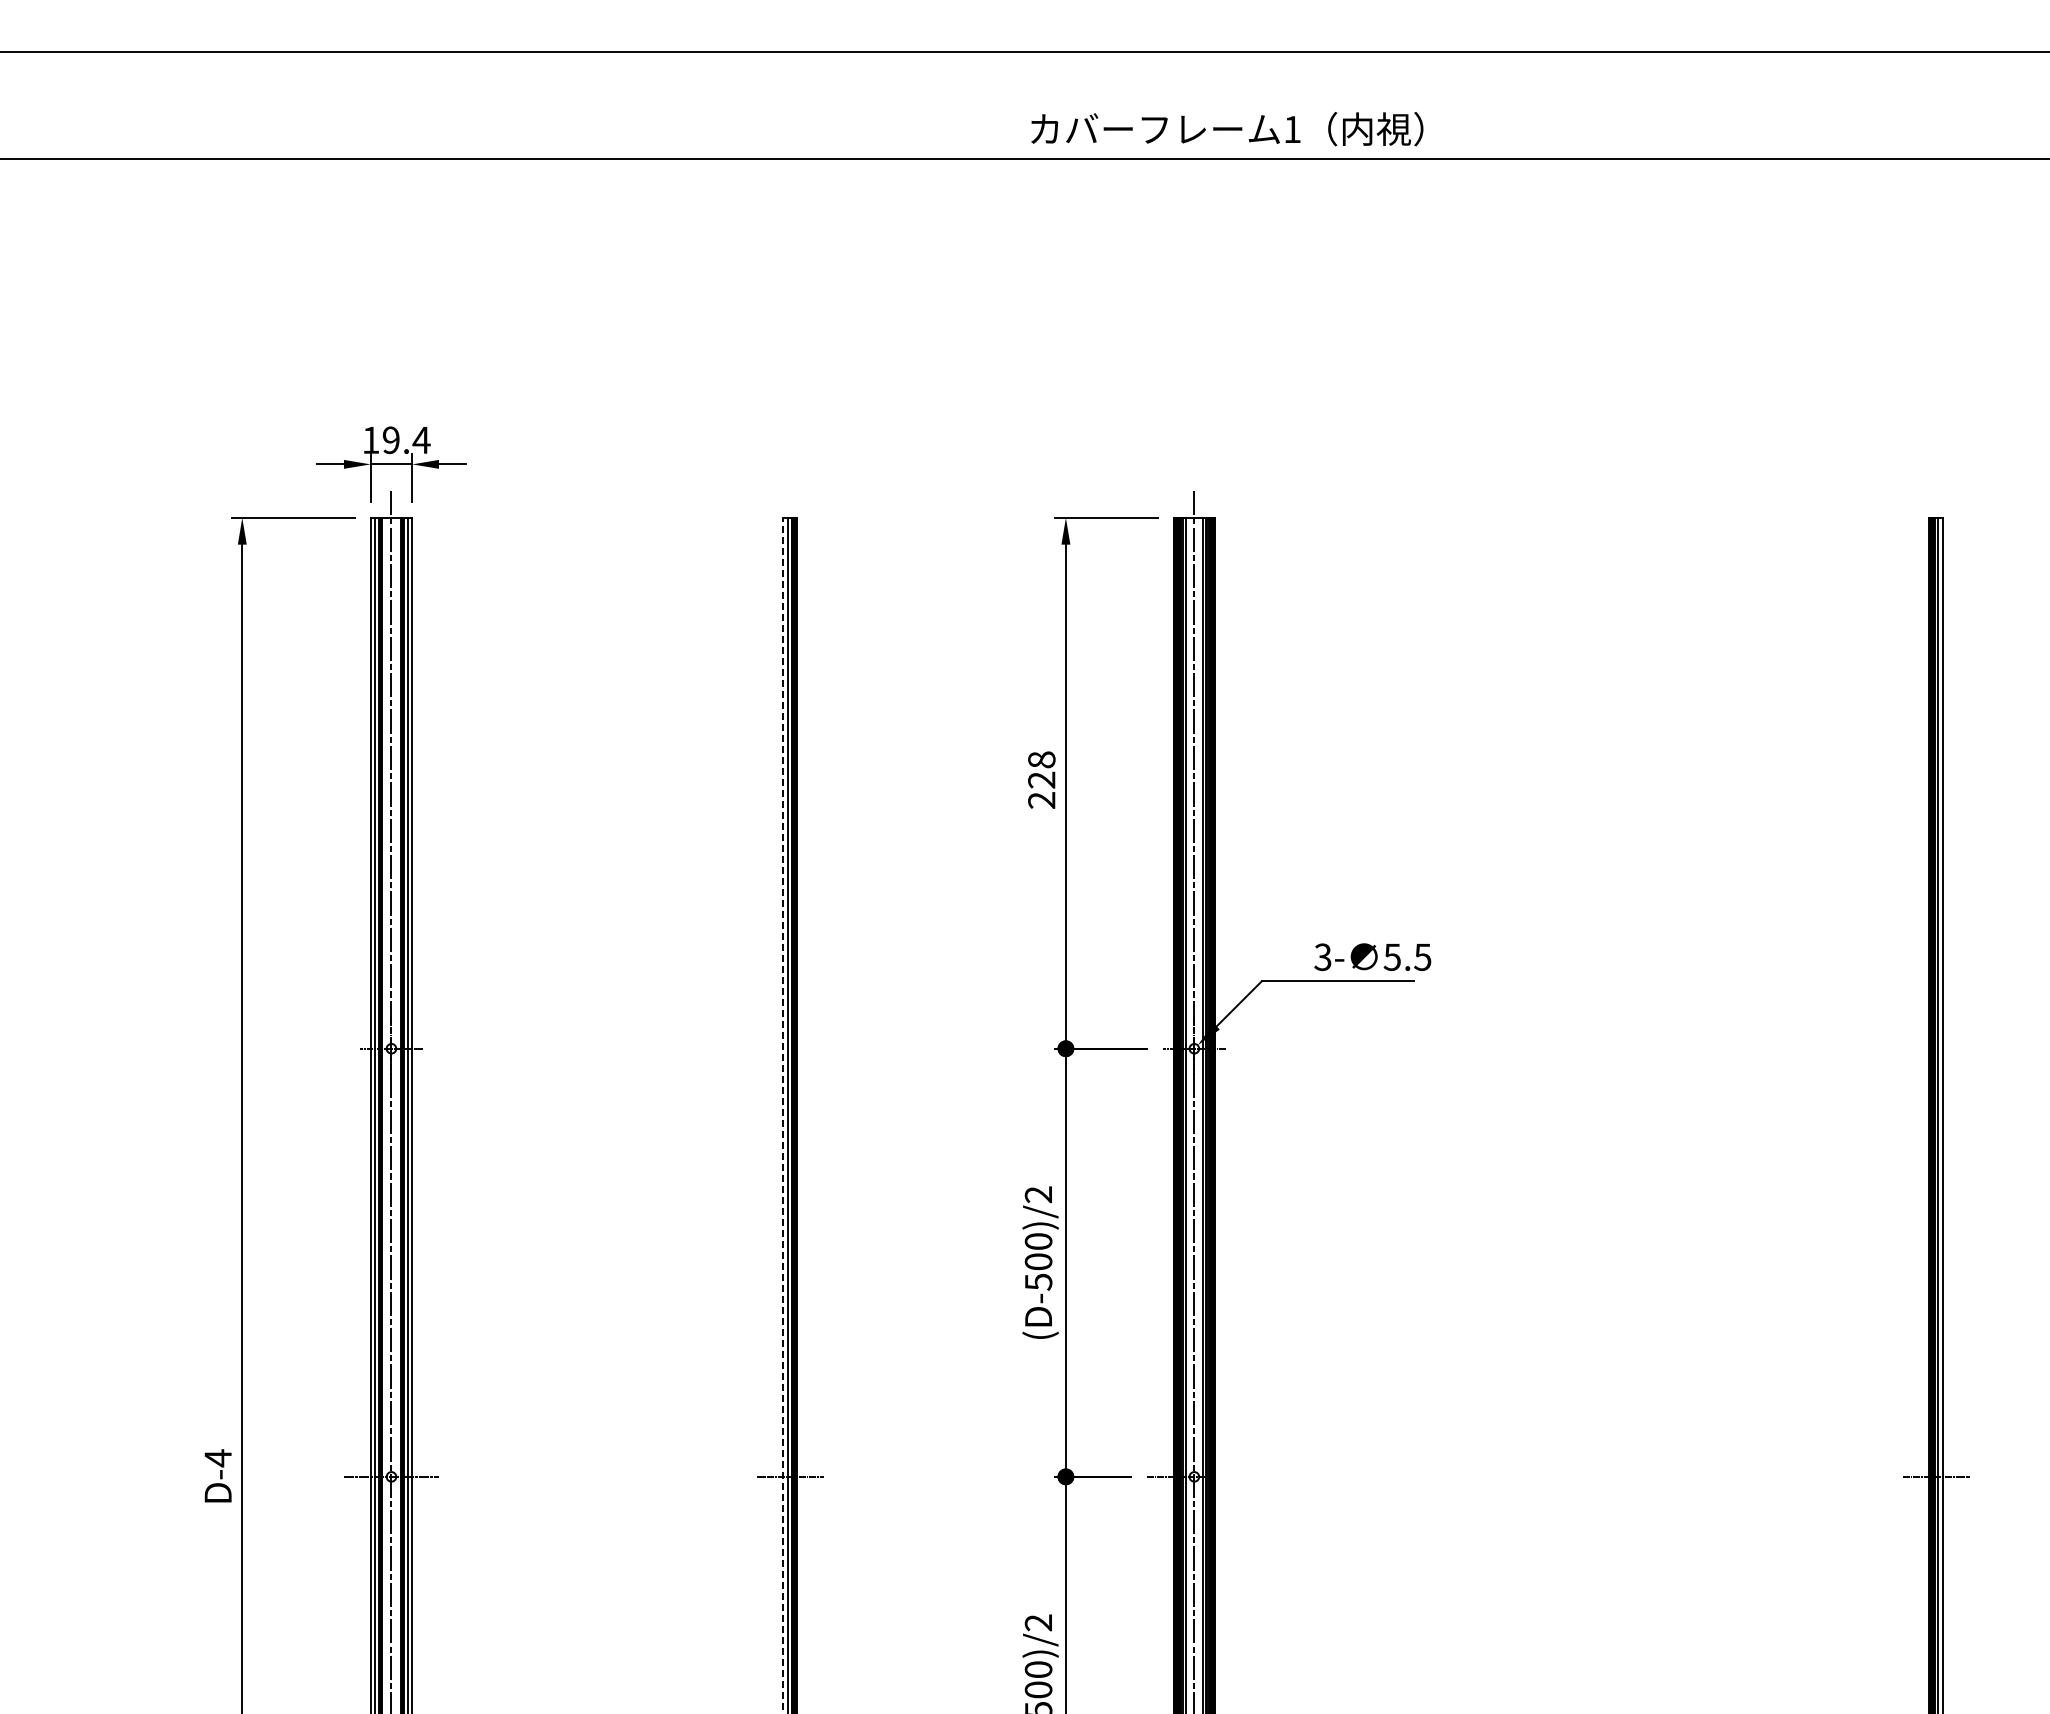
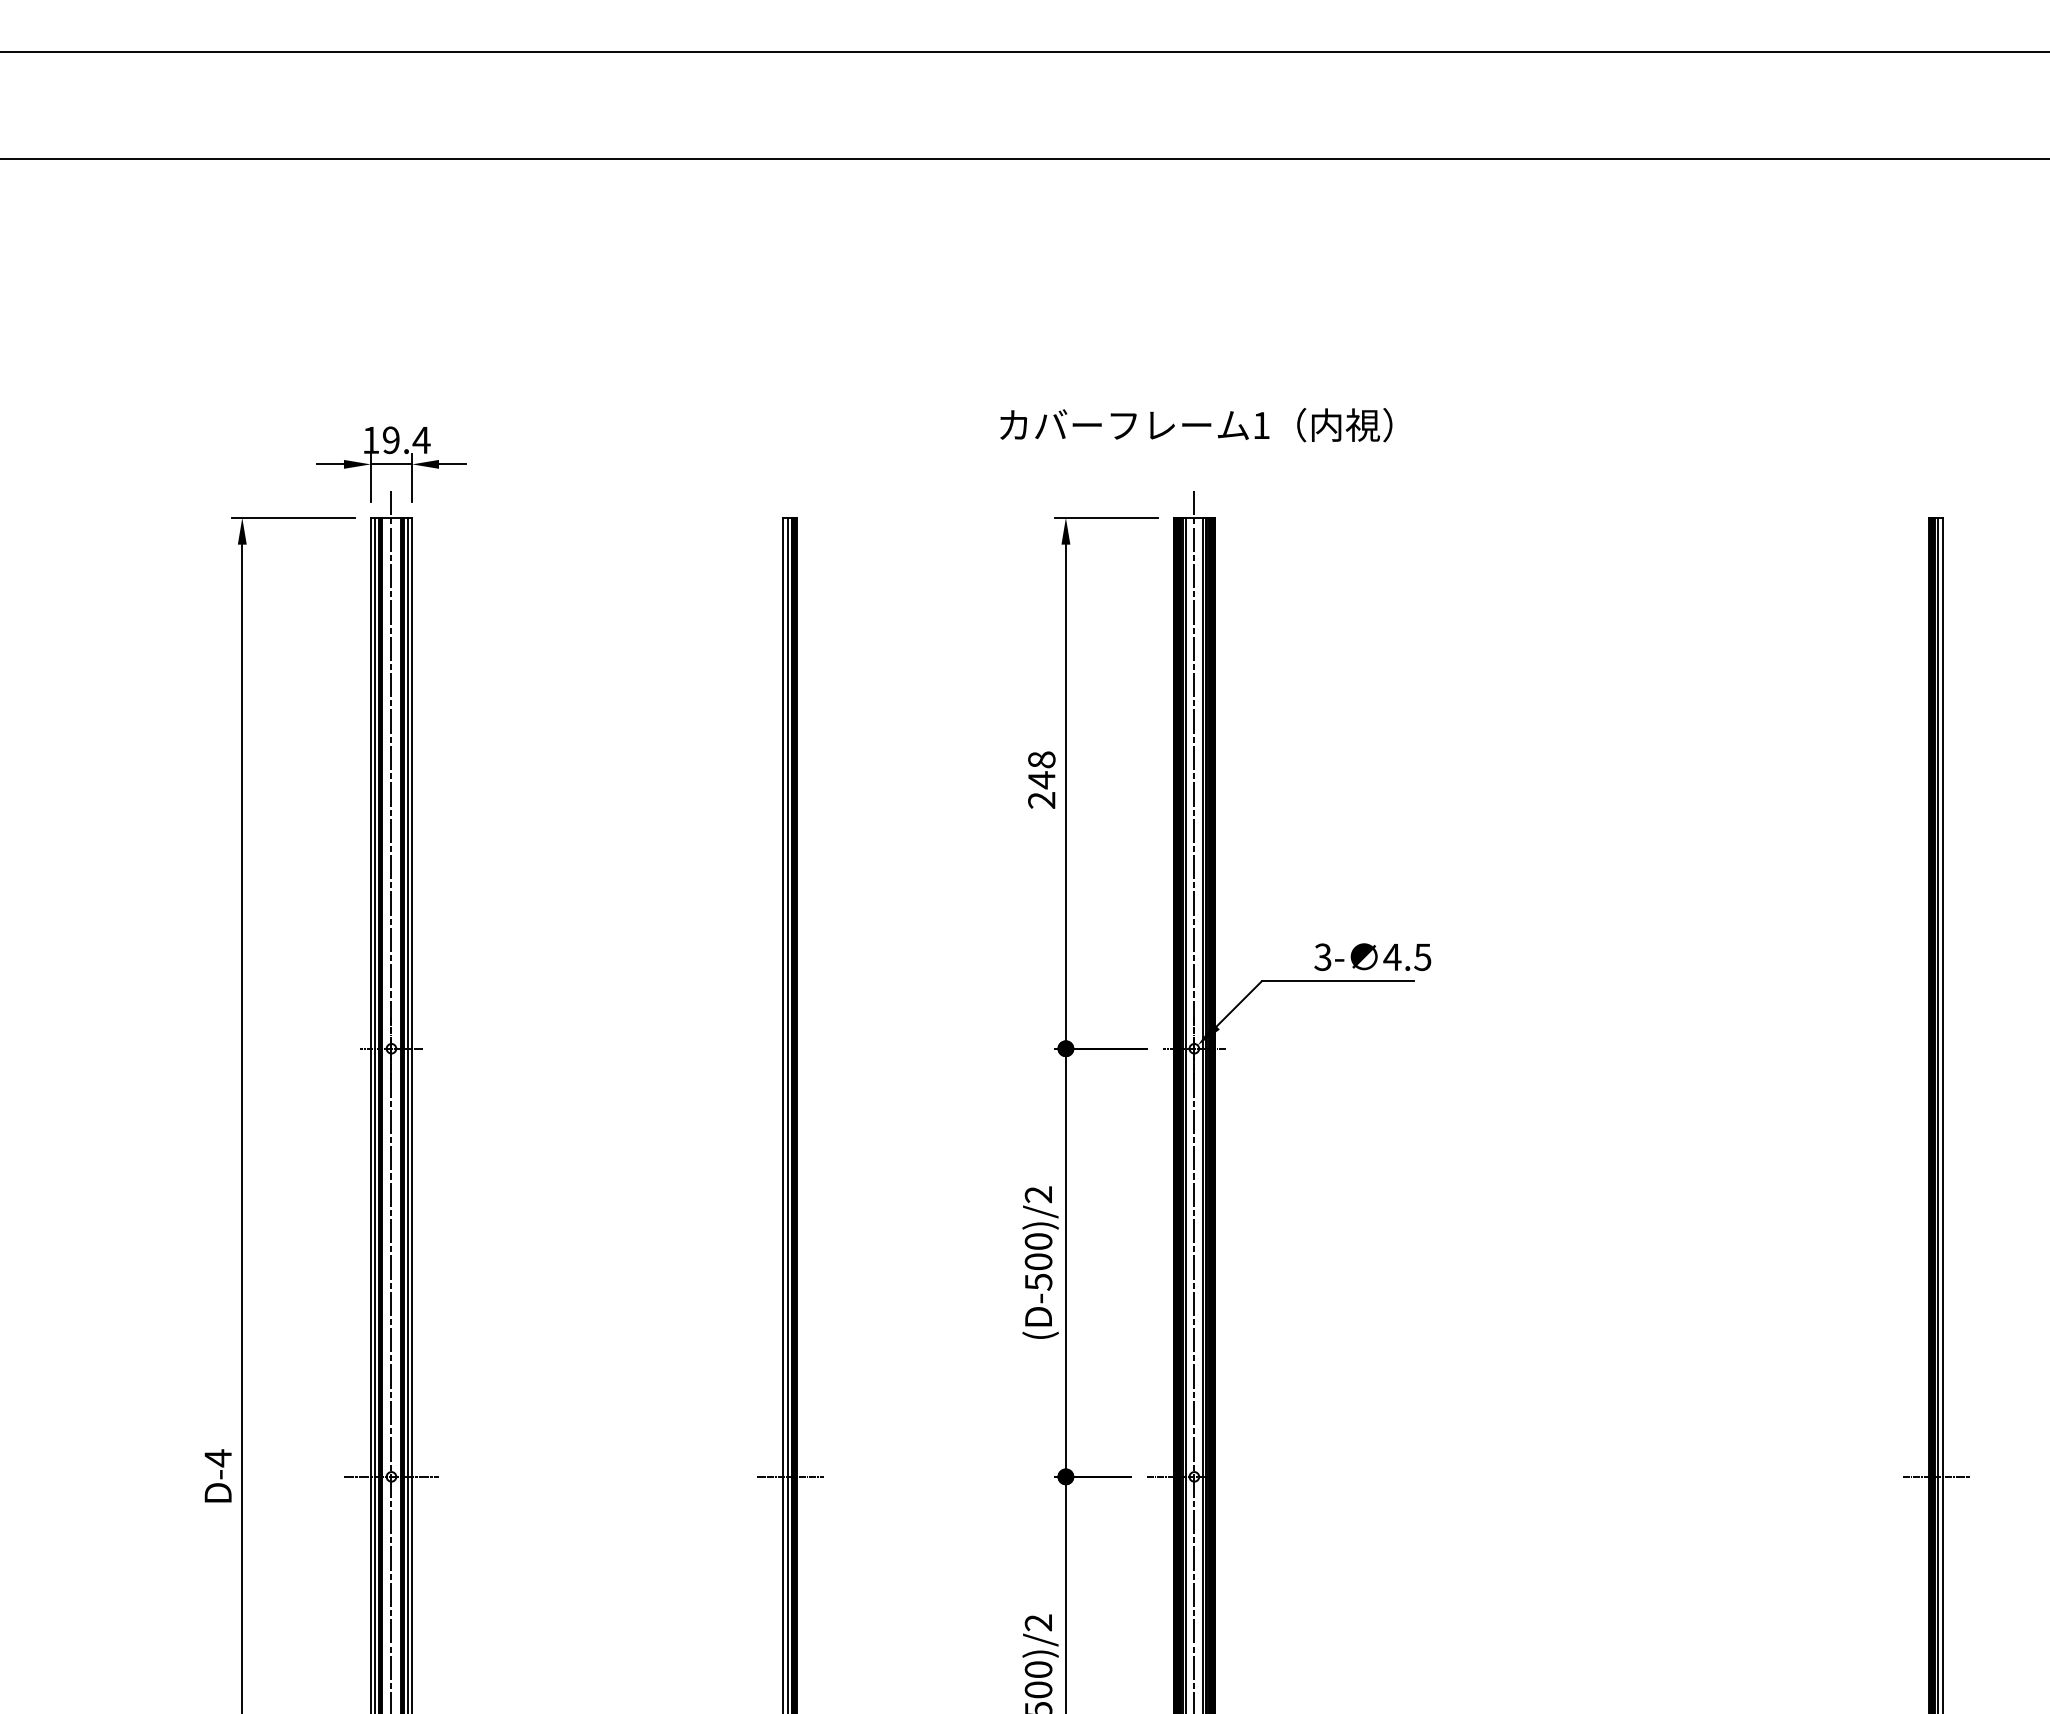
text at (1227, 129) position: (1227, 129) -> (1196, 425)
text at (1041, 780): 228 -> 248
text at (1392, 957): 5.5 -> 4.5
line at (783, 1115): dashed -> solid
